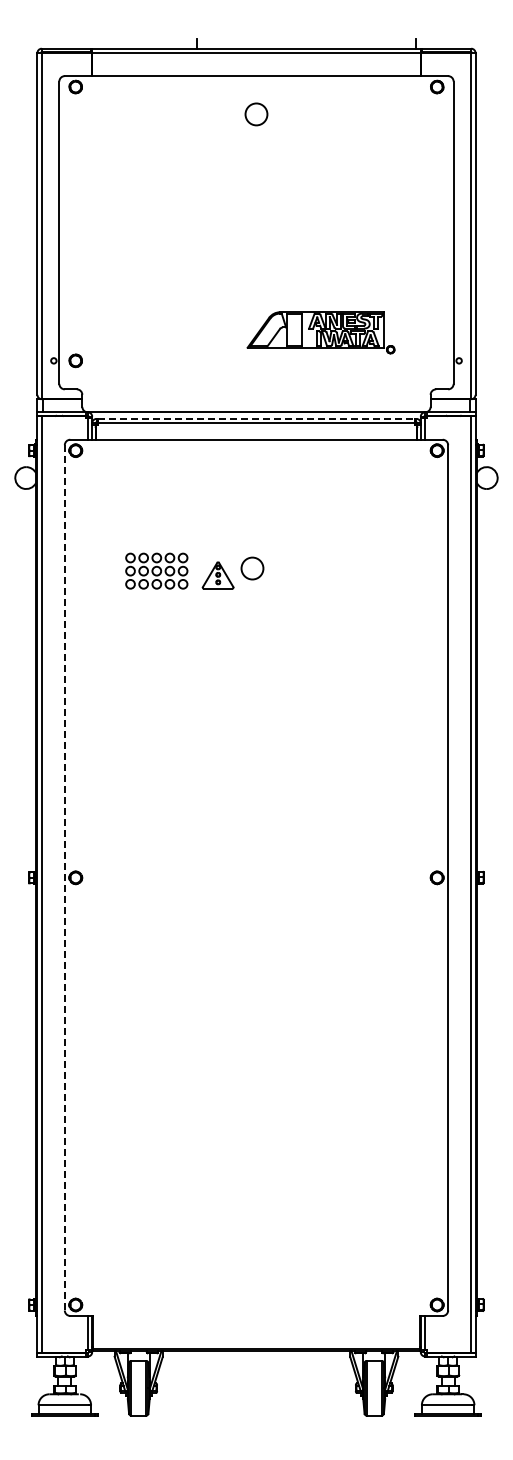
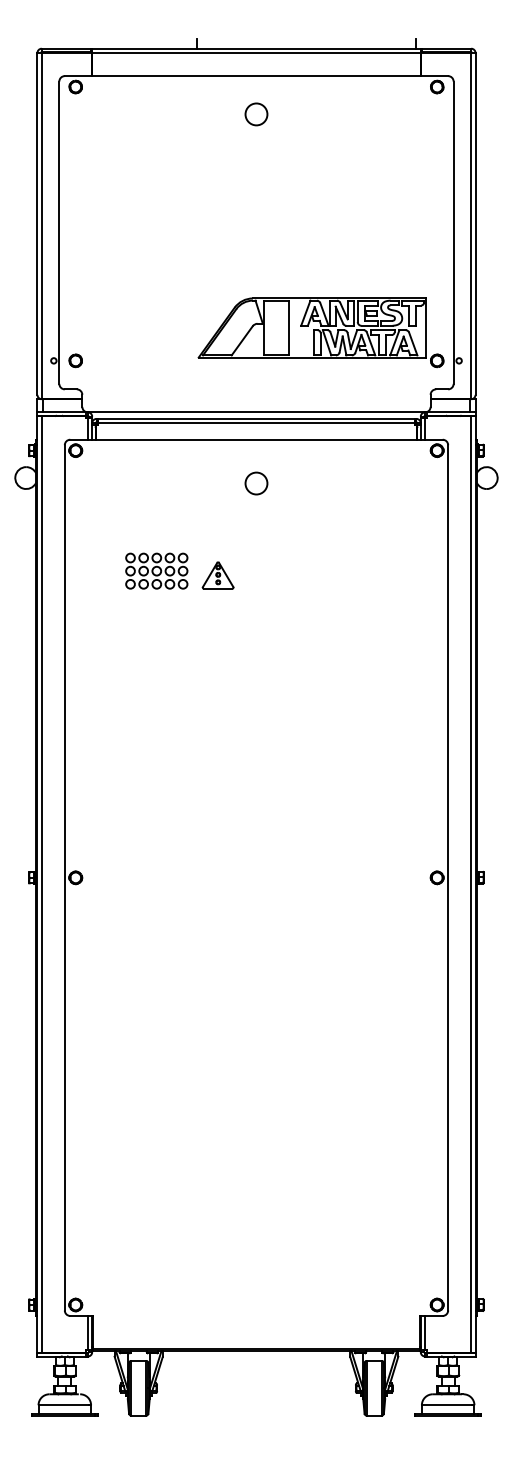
part at (320, 332) size: 150x44 px -> 248x72 px
line at (256, 418): dashed -> solid
circle at (252, 568) position: (252, 568) -> (256, 483)
line at (64, 877): dashed -> solid
